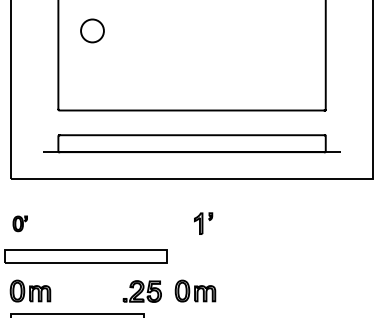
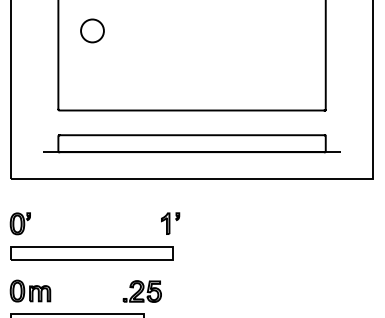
part at (19, 223) size: 16x18 px -> 22x24 px
part at (203, 223) position: (203, 223) -> (170, 223)
part at (85, 256) position: (85, 256) -> (91, 253)
part at (195, 290): present -> none
